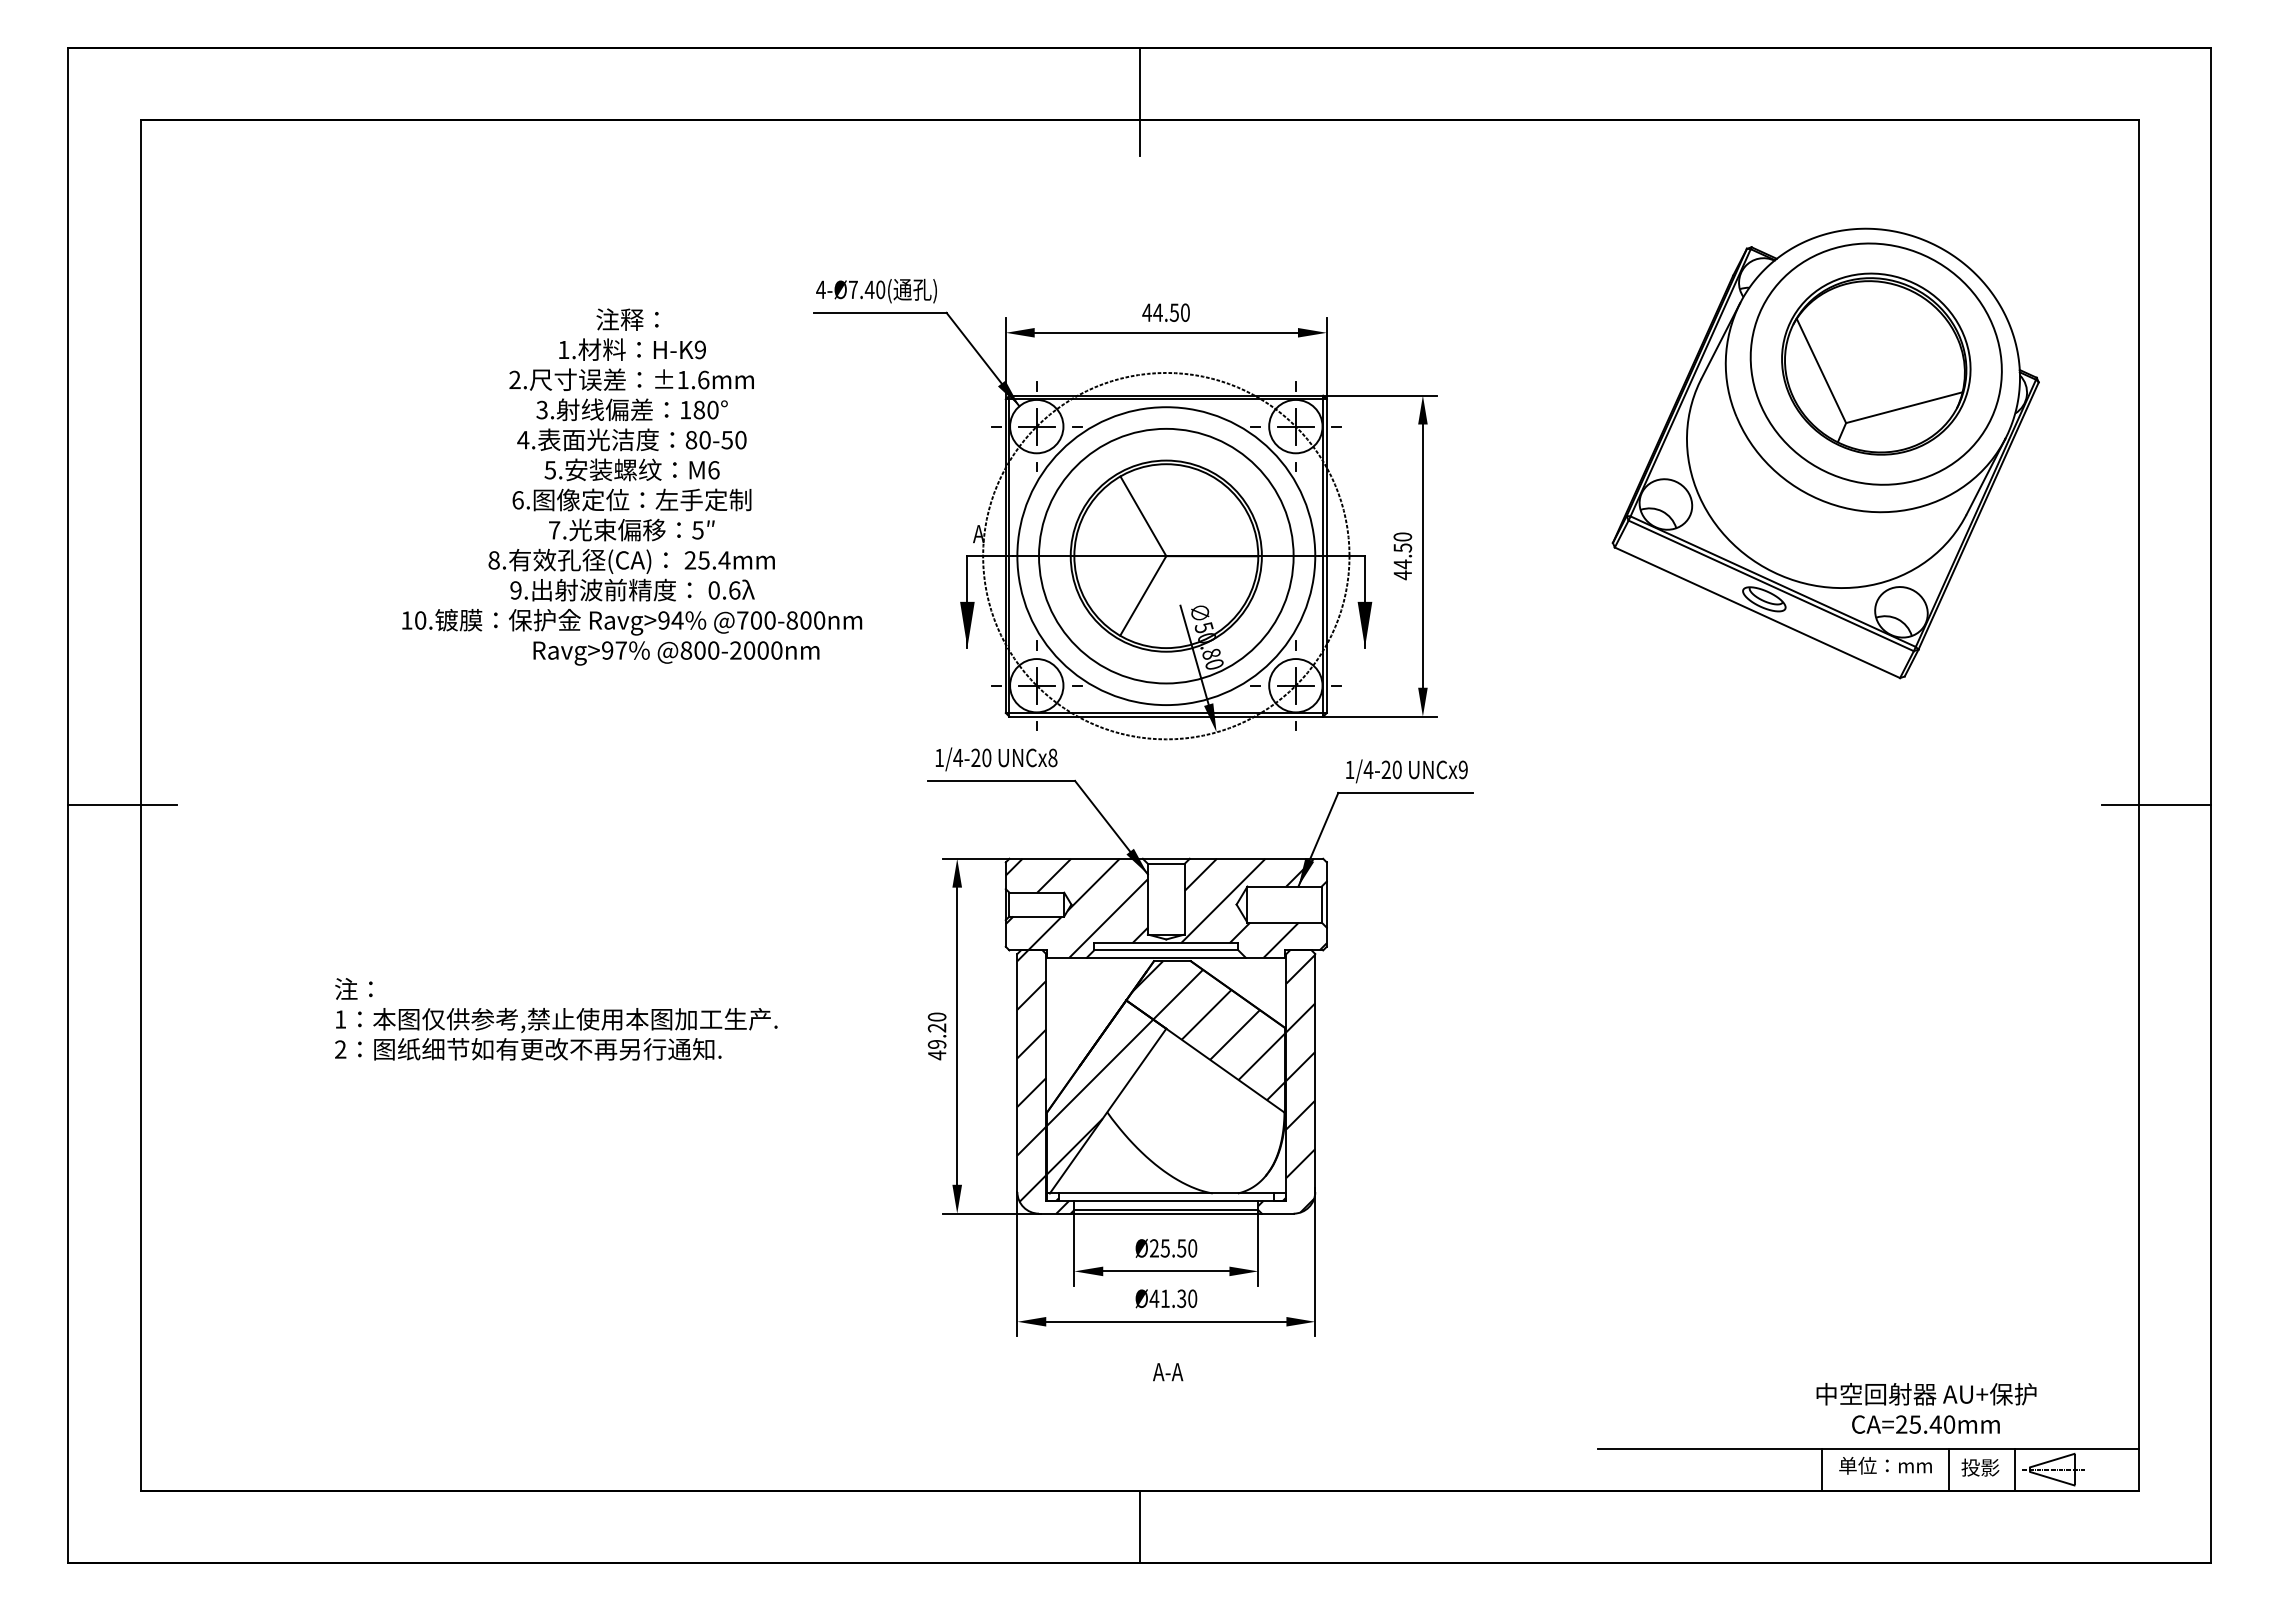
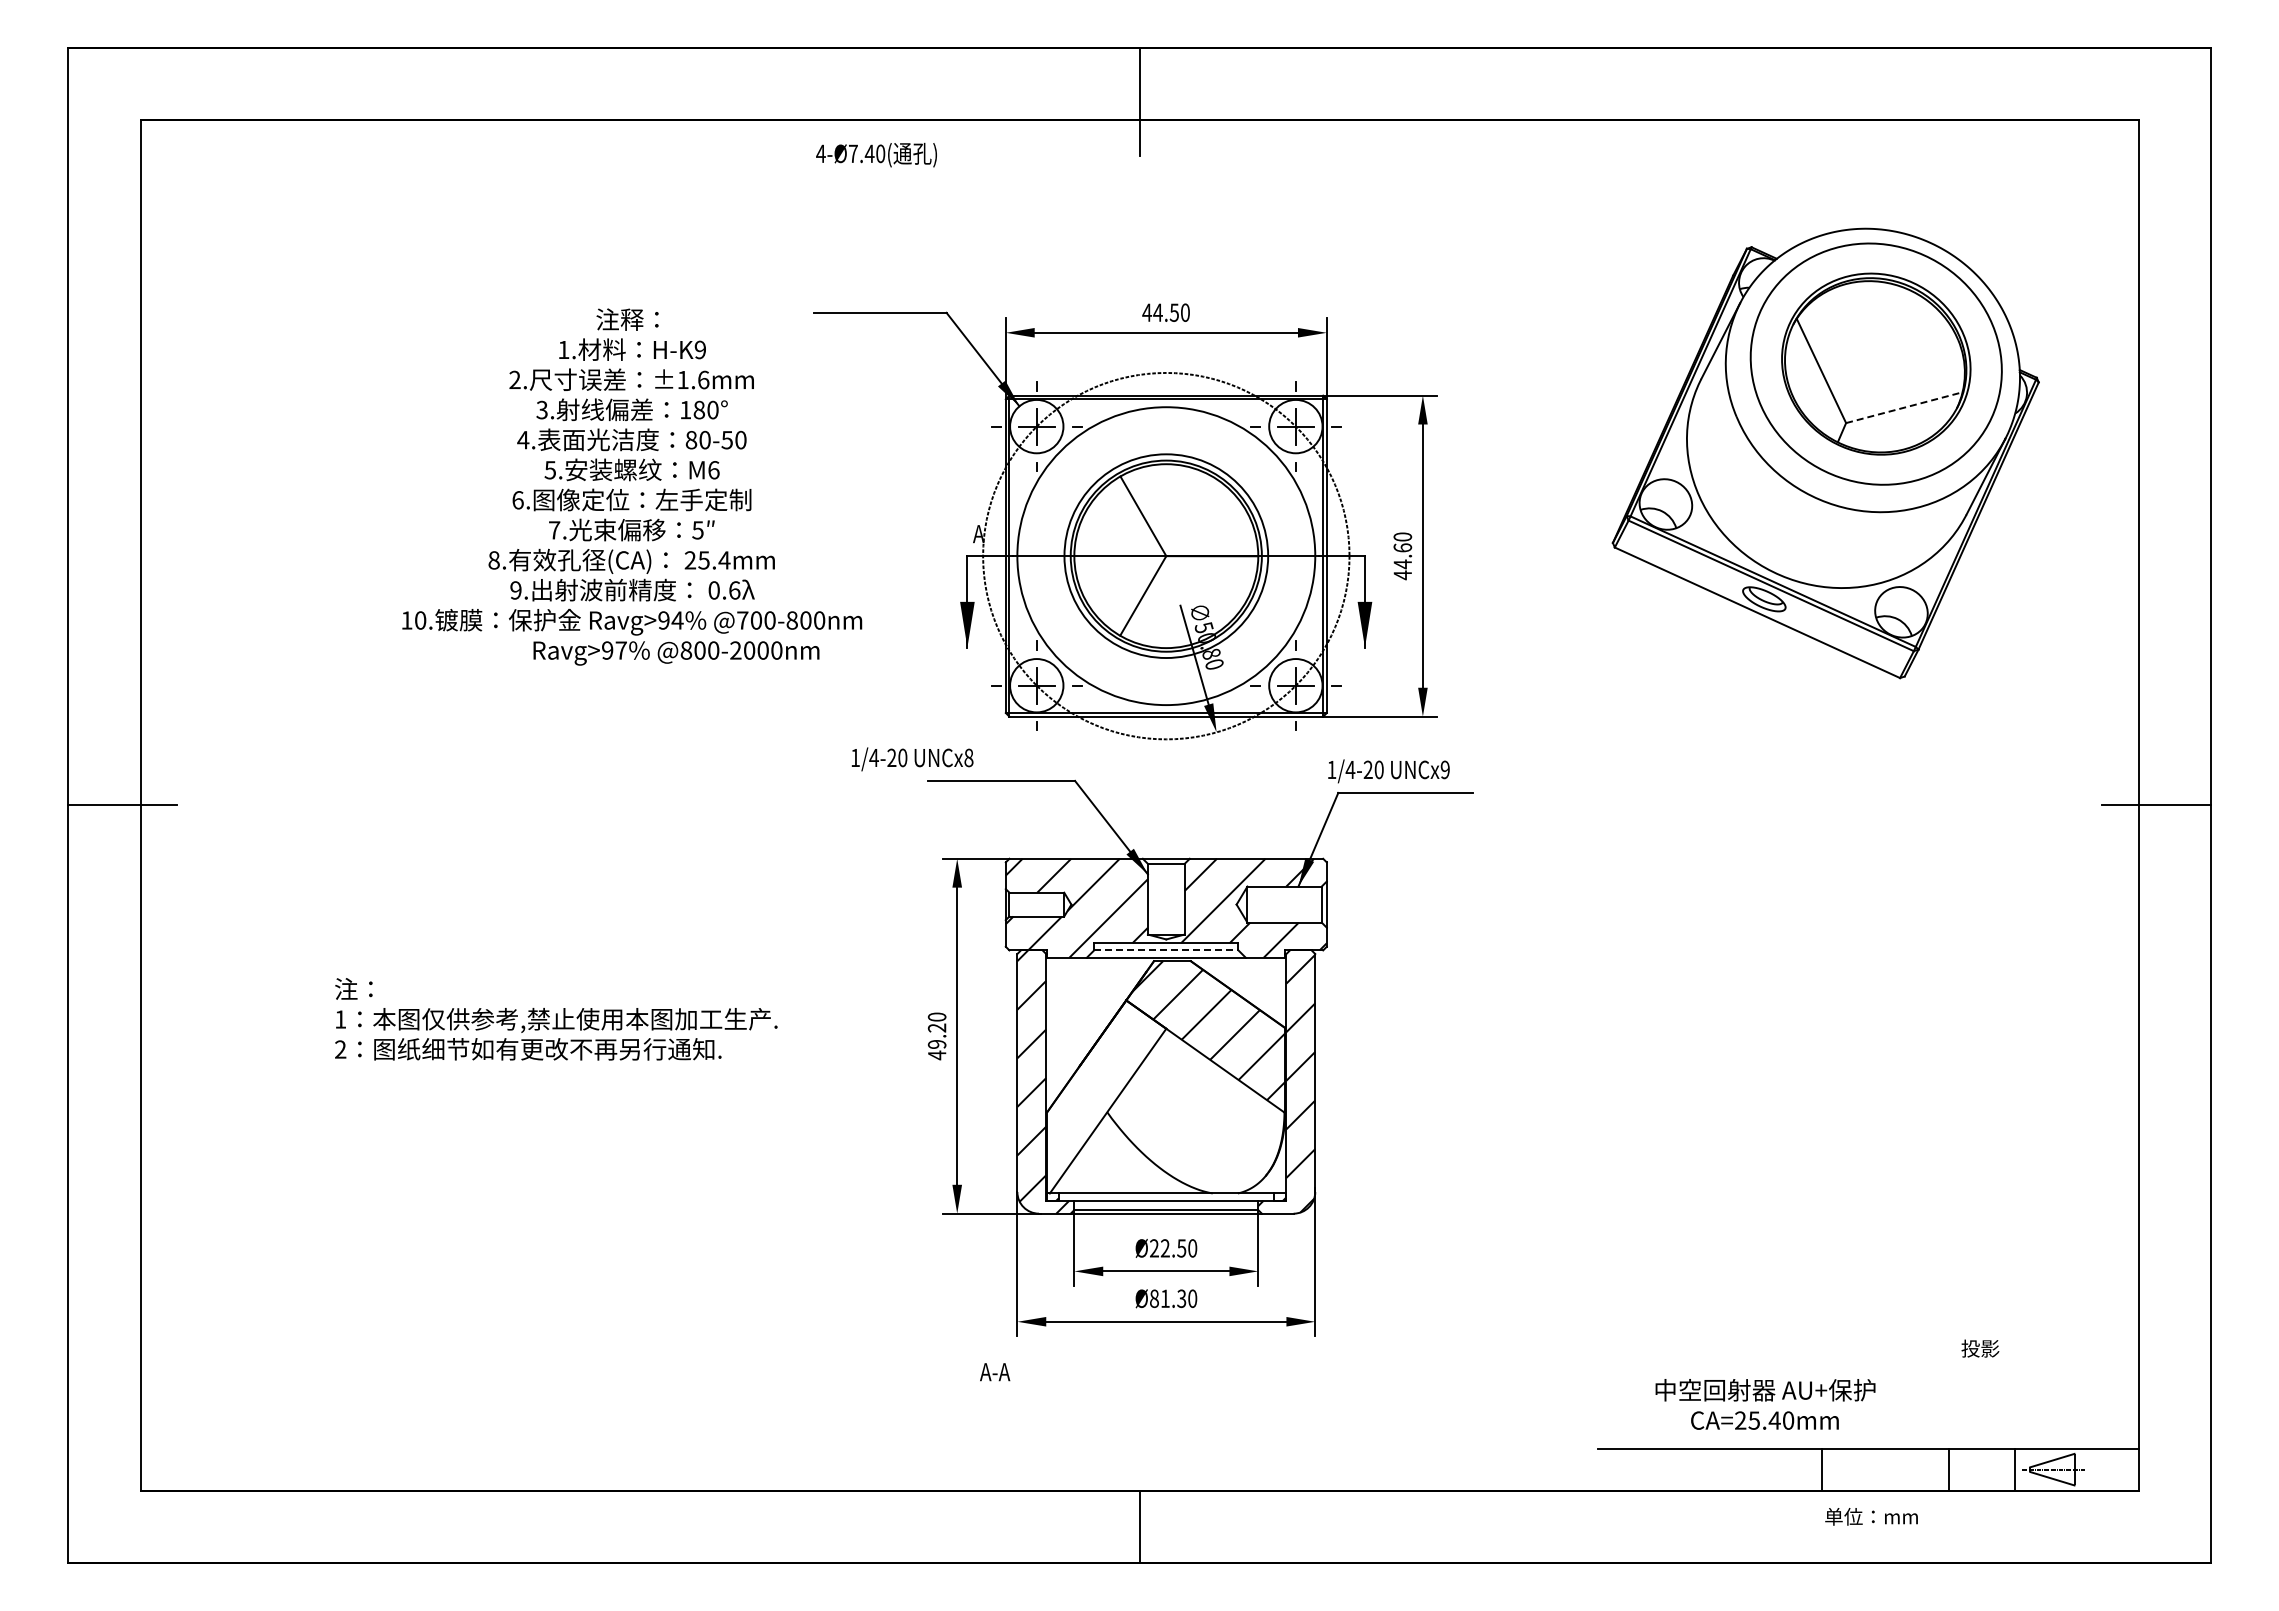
text at (876, 290) position: (876, 290) -> (876, 154)
line at (1904, 407): solid -> dashed
text at (1402, 547): 44.50 -> 44.60
circle at (1166, 555) diameter: 255 px -> 204 px
text at (996, 759) position: (996, 759) -> (912, 759)
text at (1406, 771) position: (1406, 771) -> (1388, 771)
line at (1166, 950): solid -> dashed
hatch at (1100, 1096): present -> none
text at (1164, 1248): Ø25.50 -> Ø22.50
text at (1154, 1298): Ø41.30 -> Ø81.30
text at (1168, 1372) position: (1168, 1372) -> (995, 1372)
text at (1926, 1408) position: (1926, 1408) -> (1765, 1404)
text at (1885, 1465) position: (1885, 1465) -> (1871, 1516)
text at (1980, 1467) position: (1980, 1467) -> (1980, 1348)
